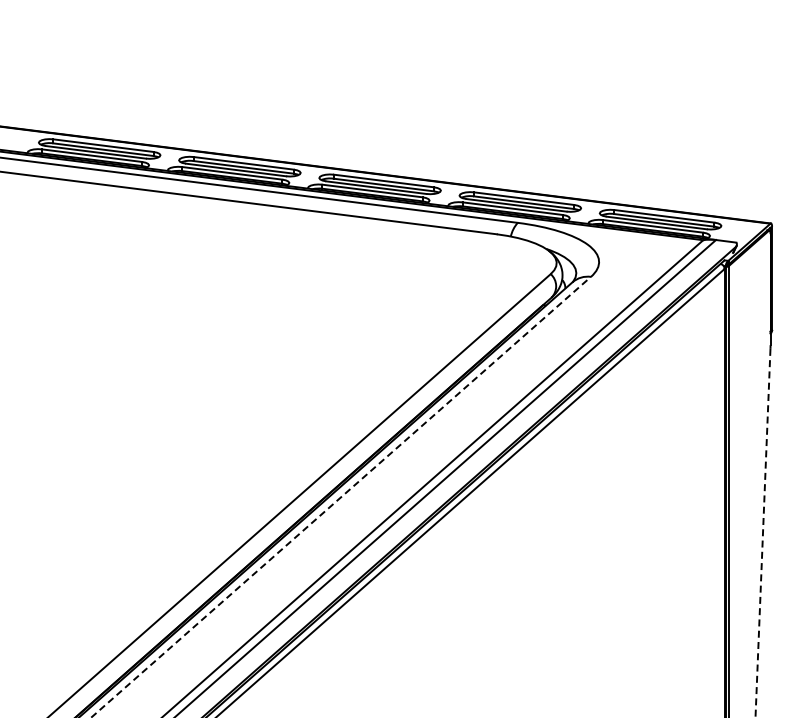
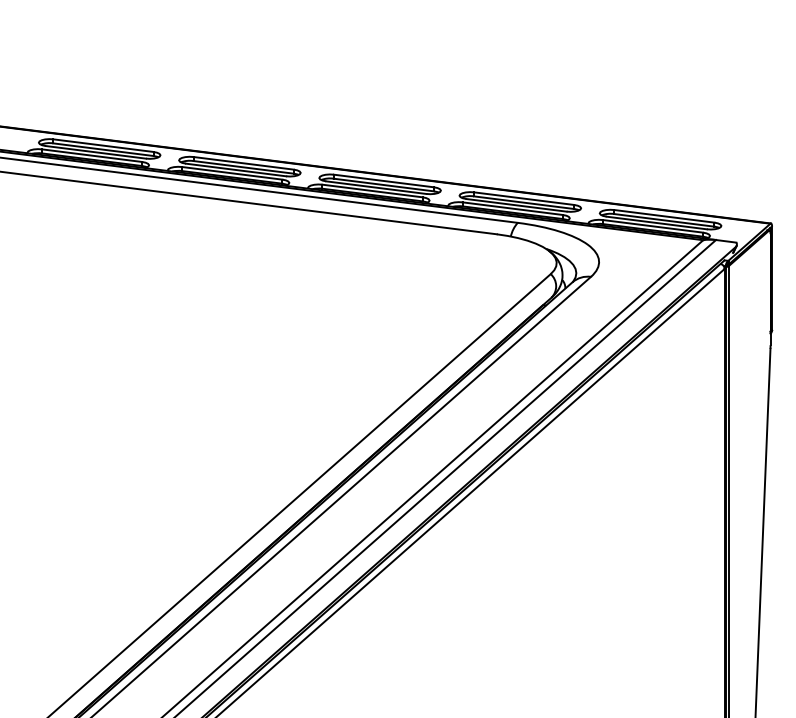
line at (341, 497): dashed -> solid
line at (762, 533): dashed -> solid
